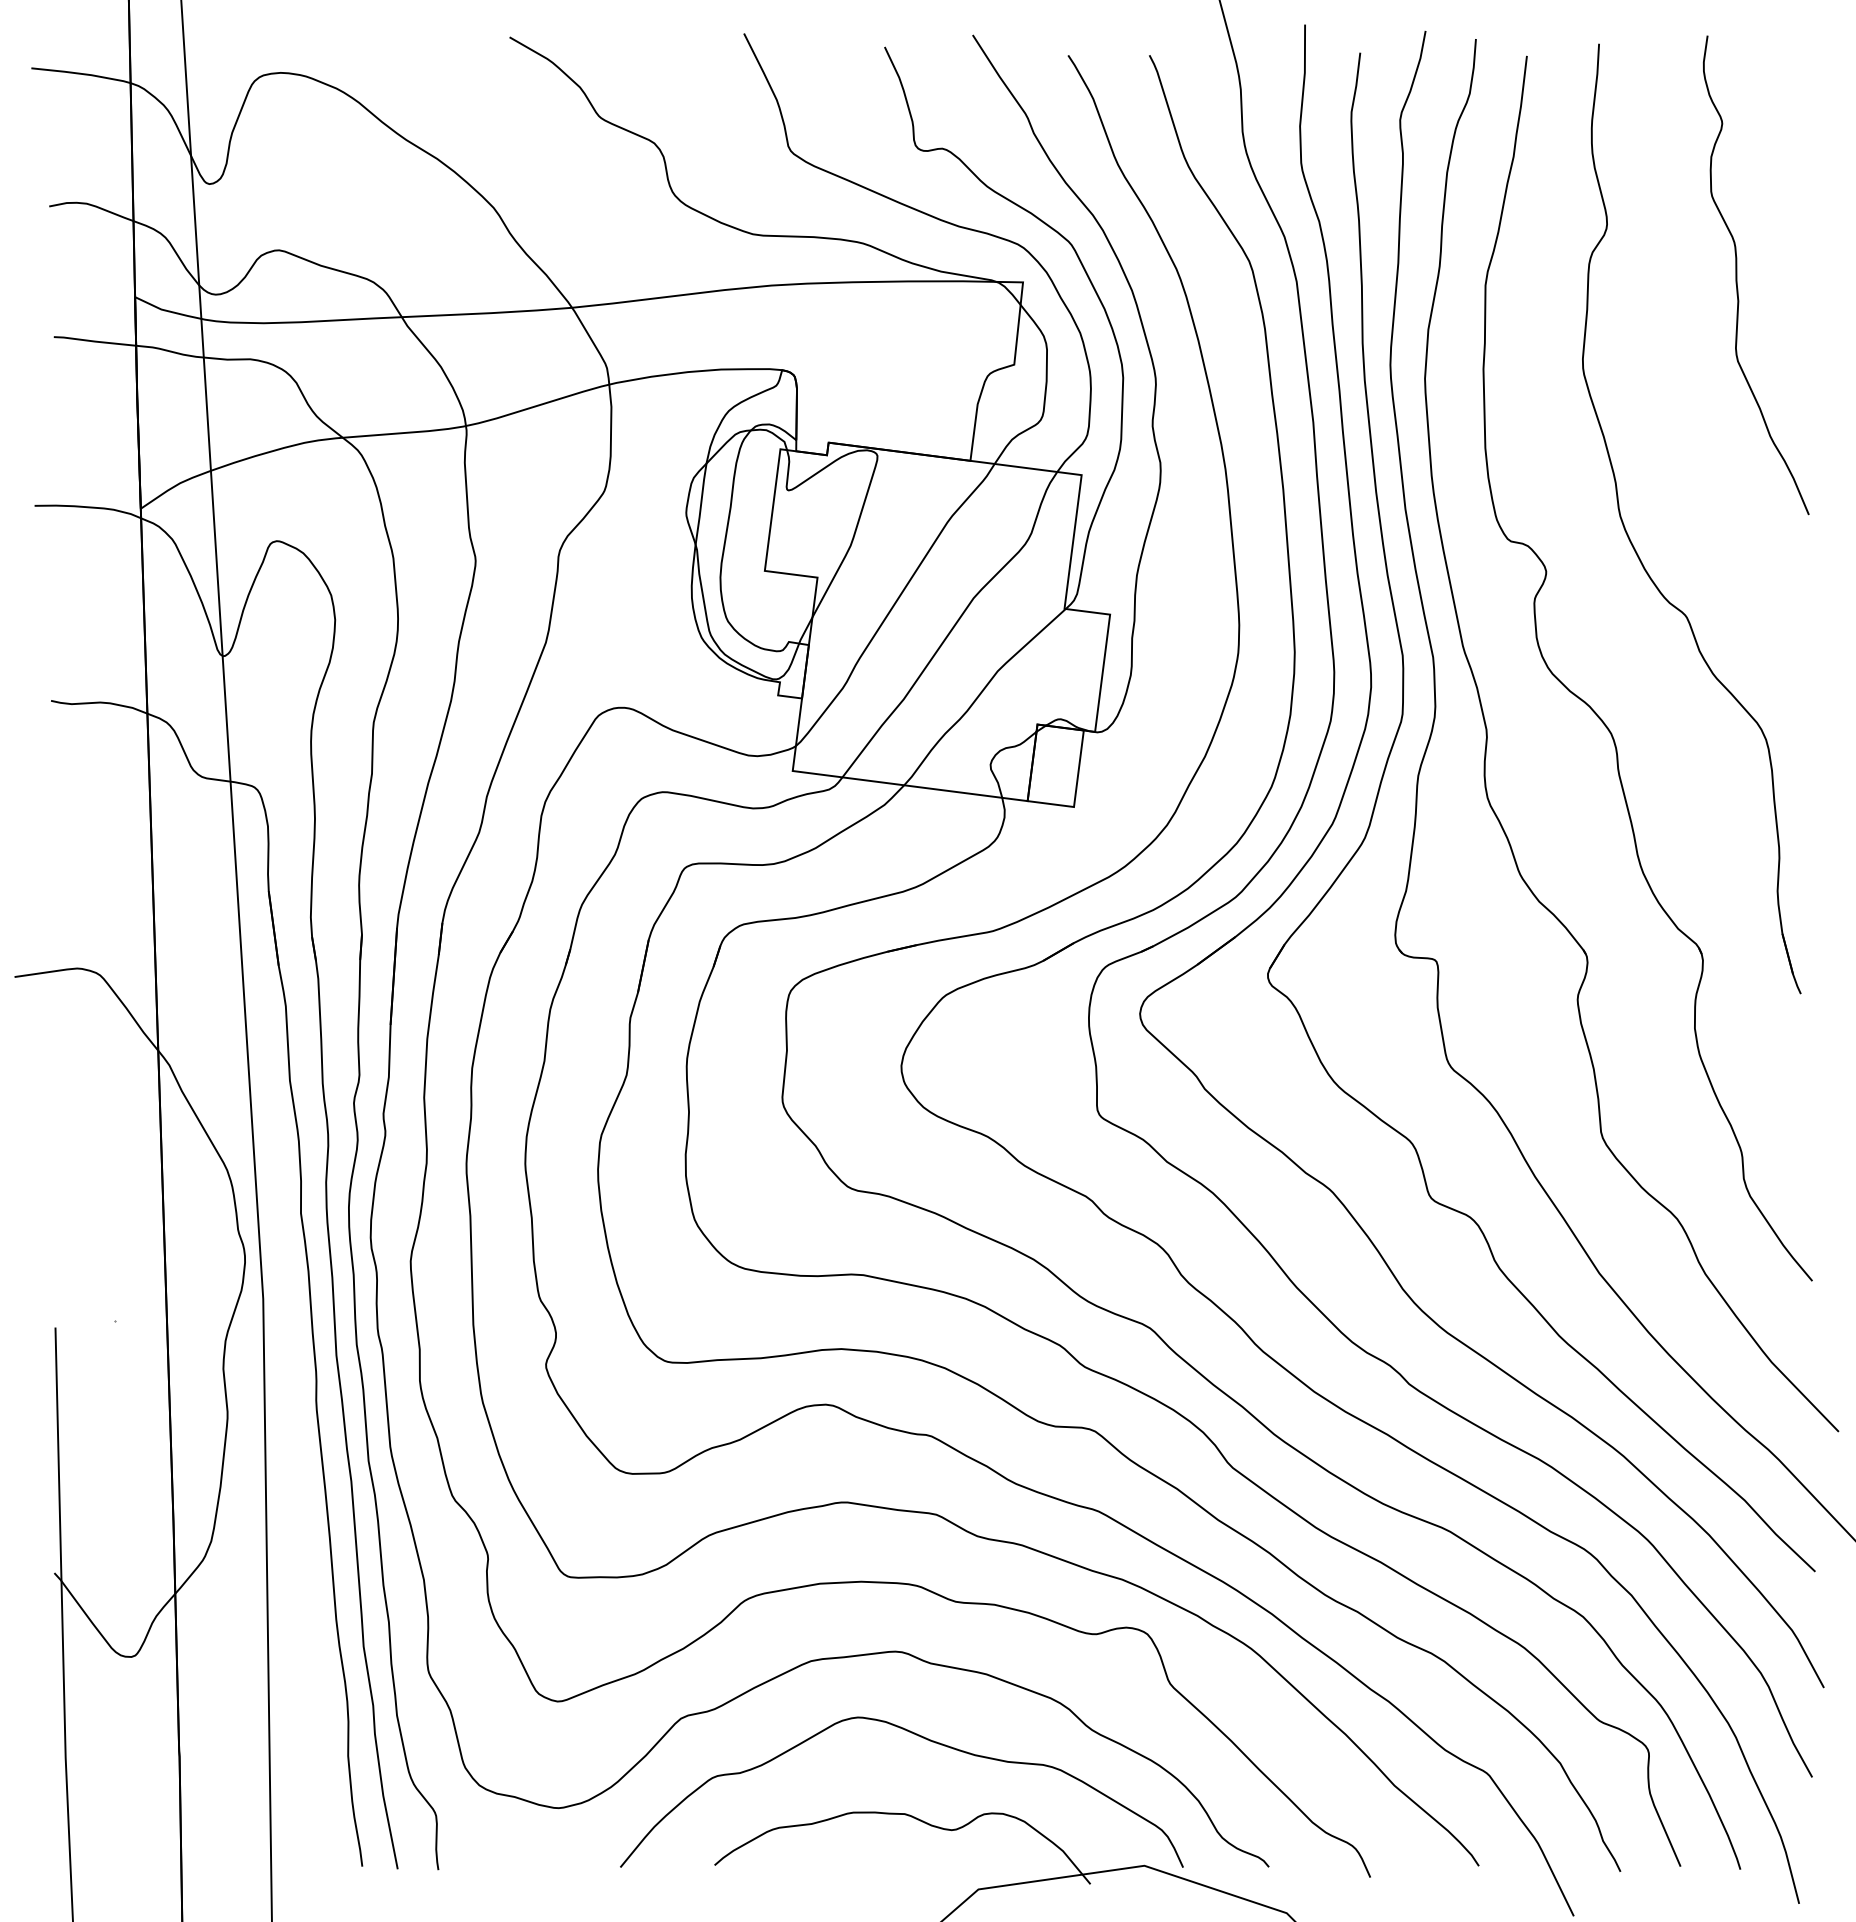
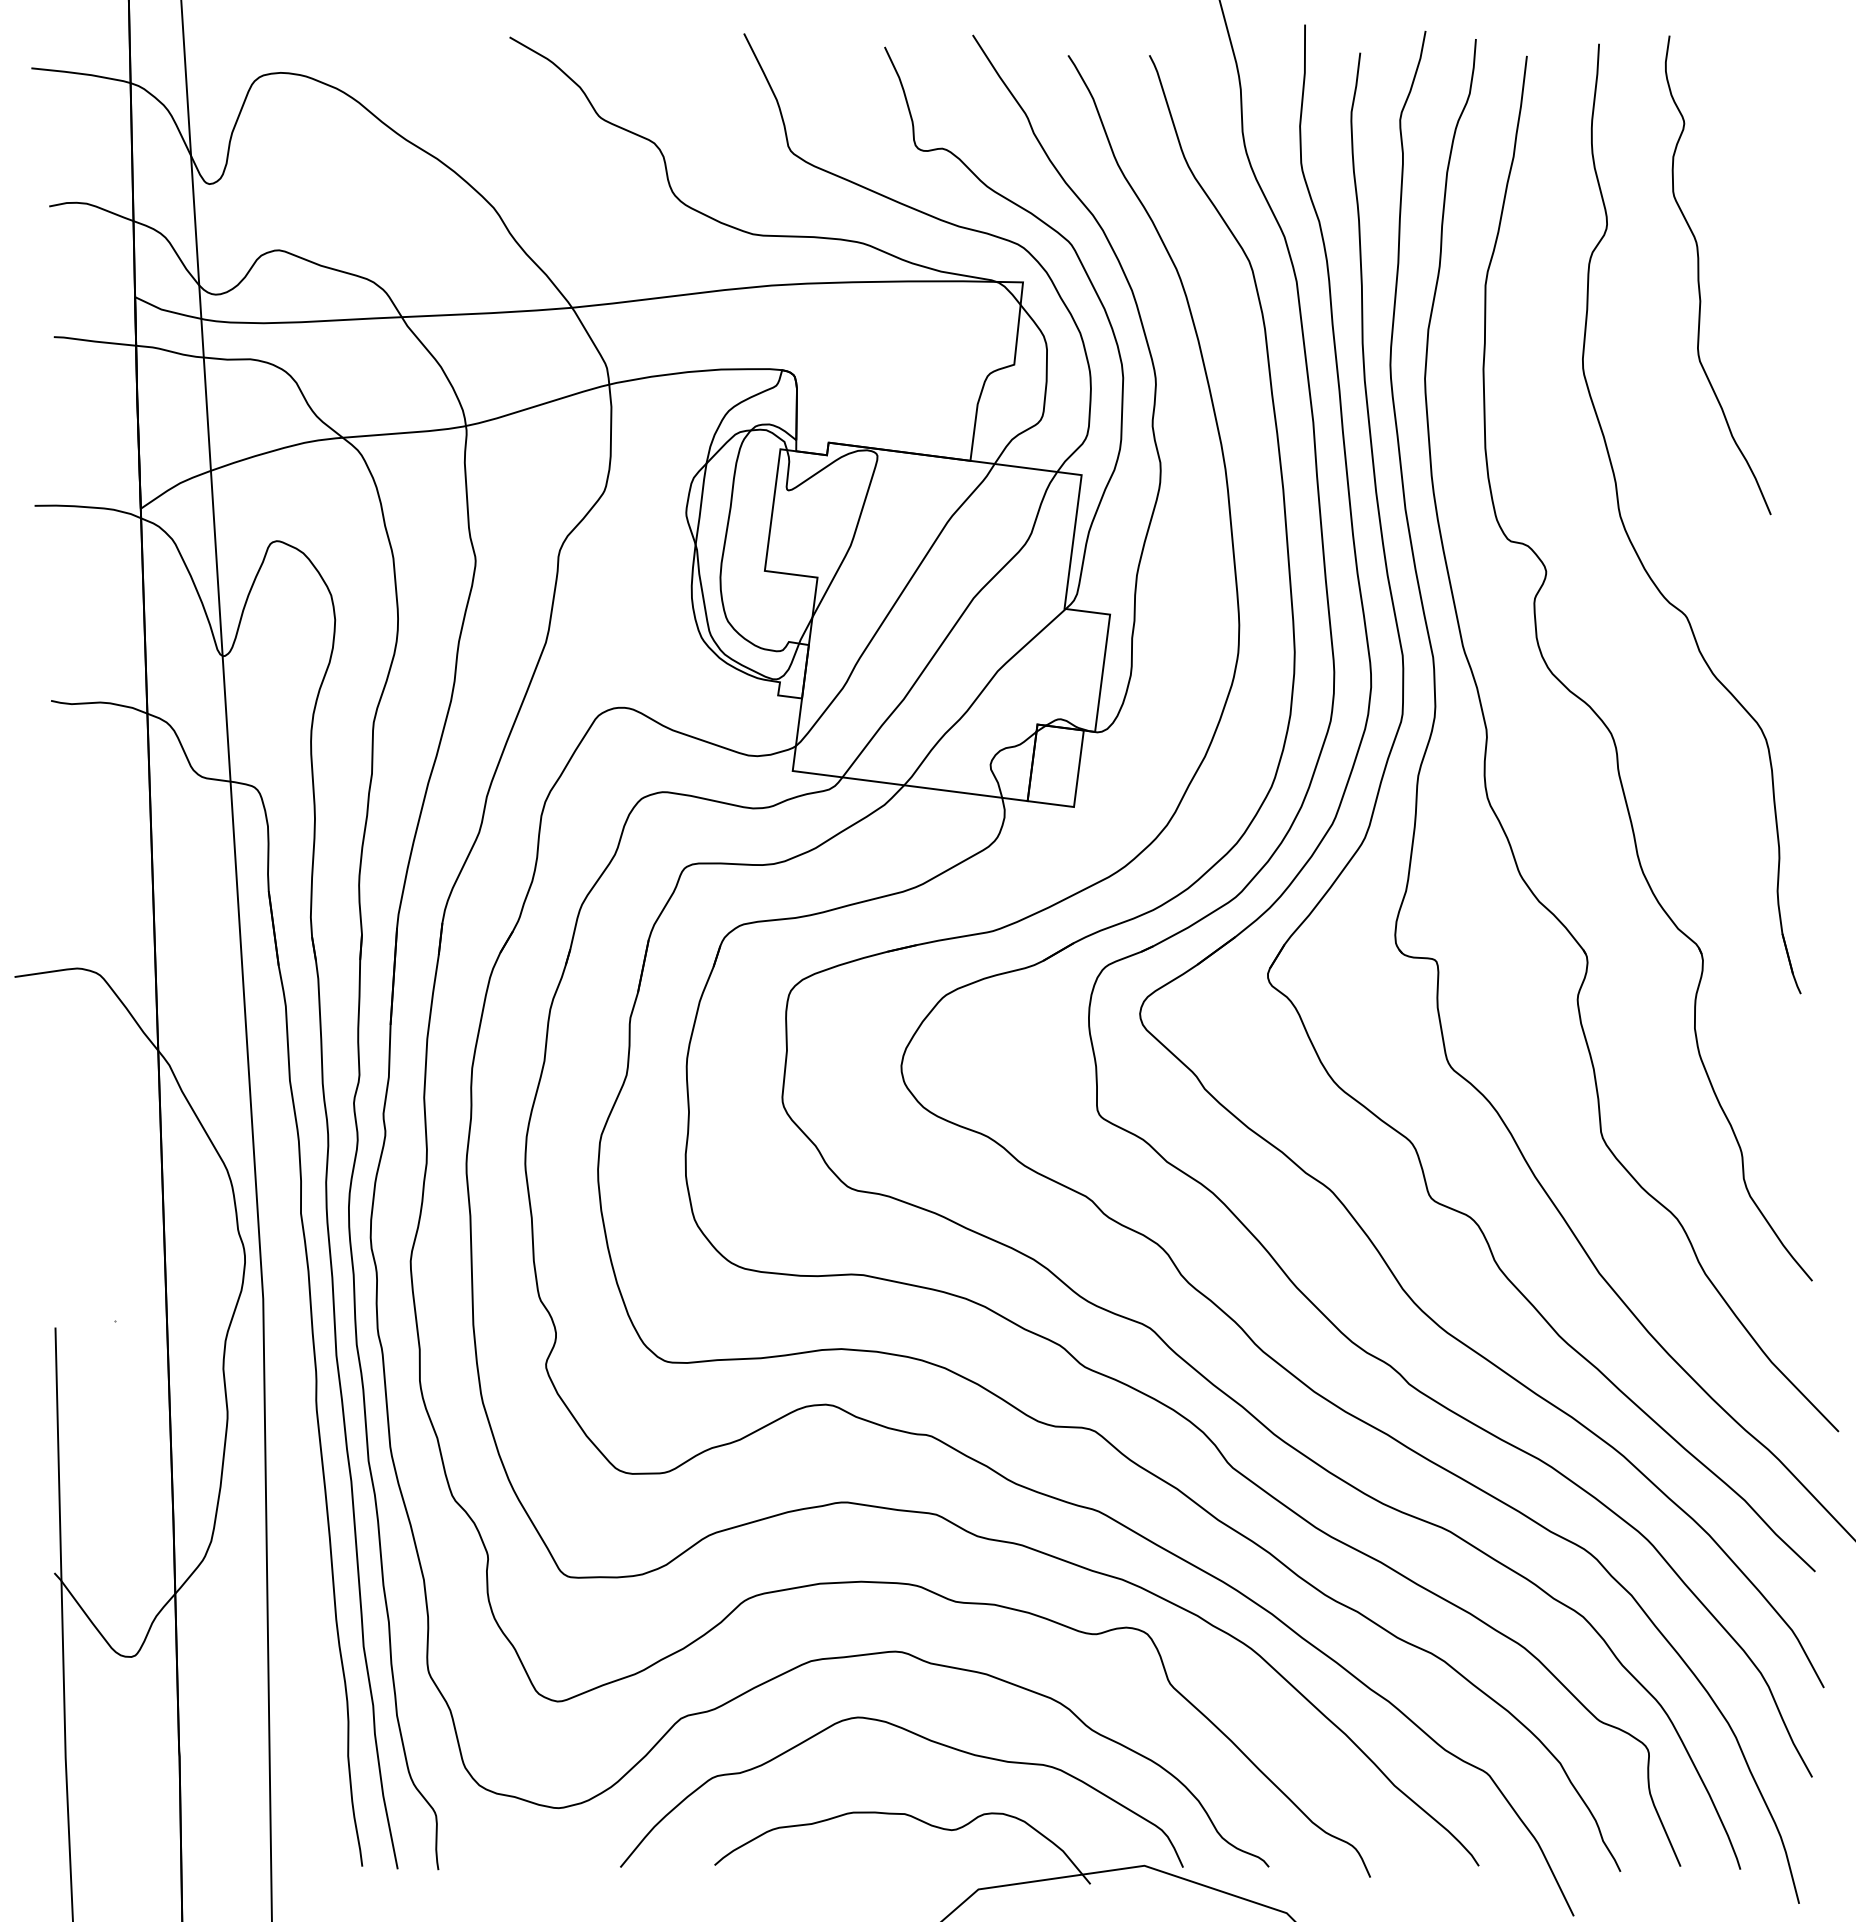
curve at (1737, 275) position: (1737, 275) -> (1699, 275)
